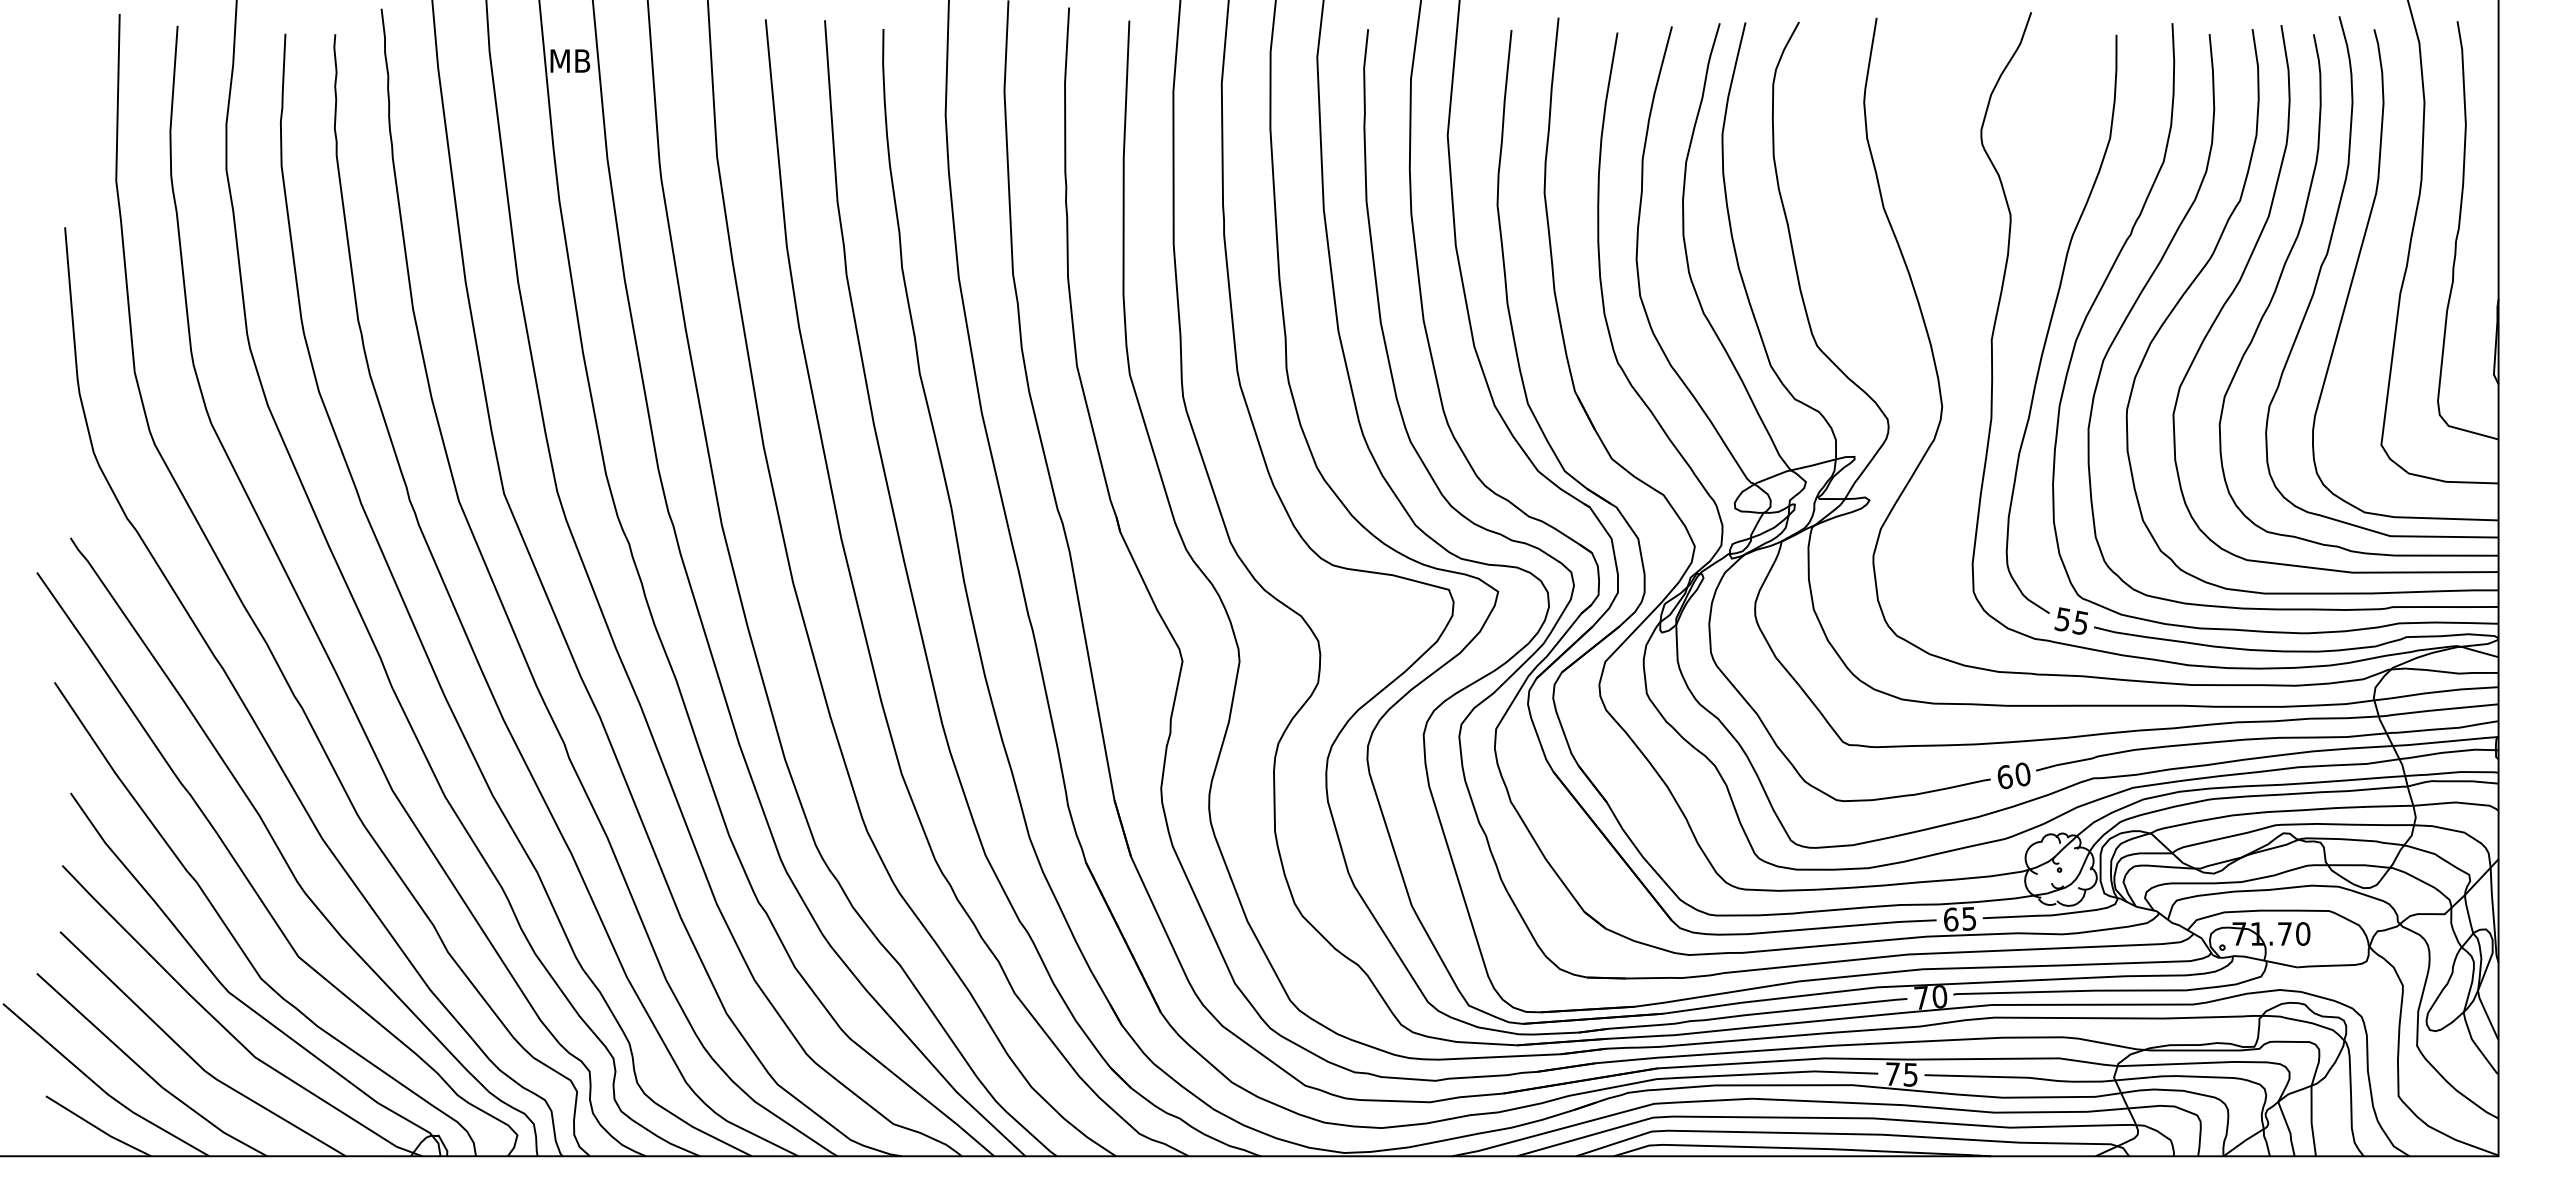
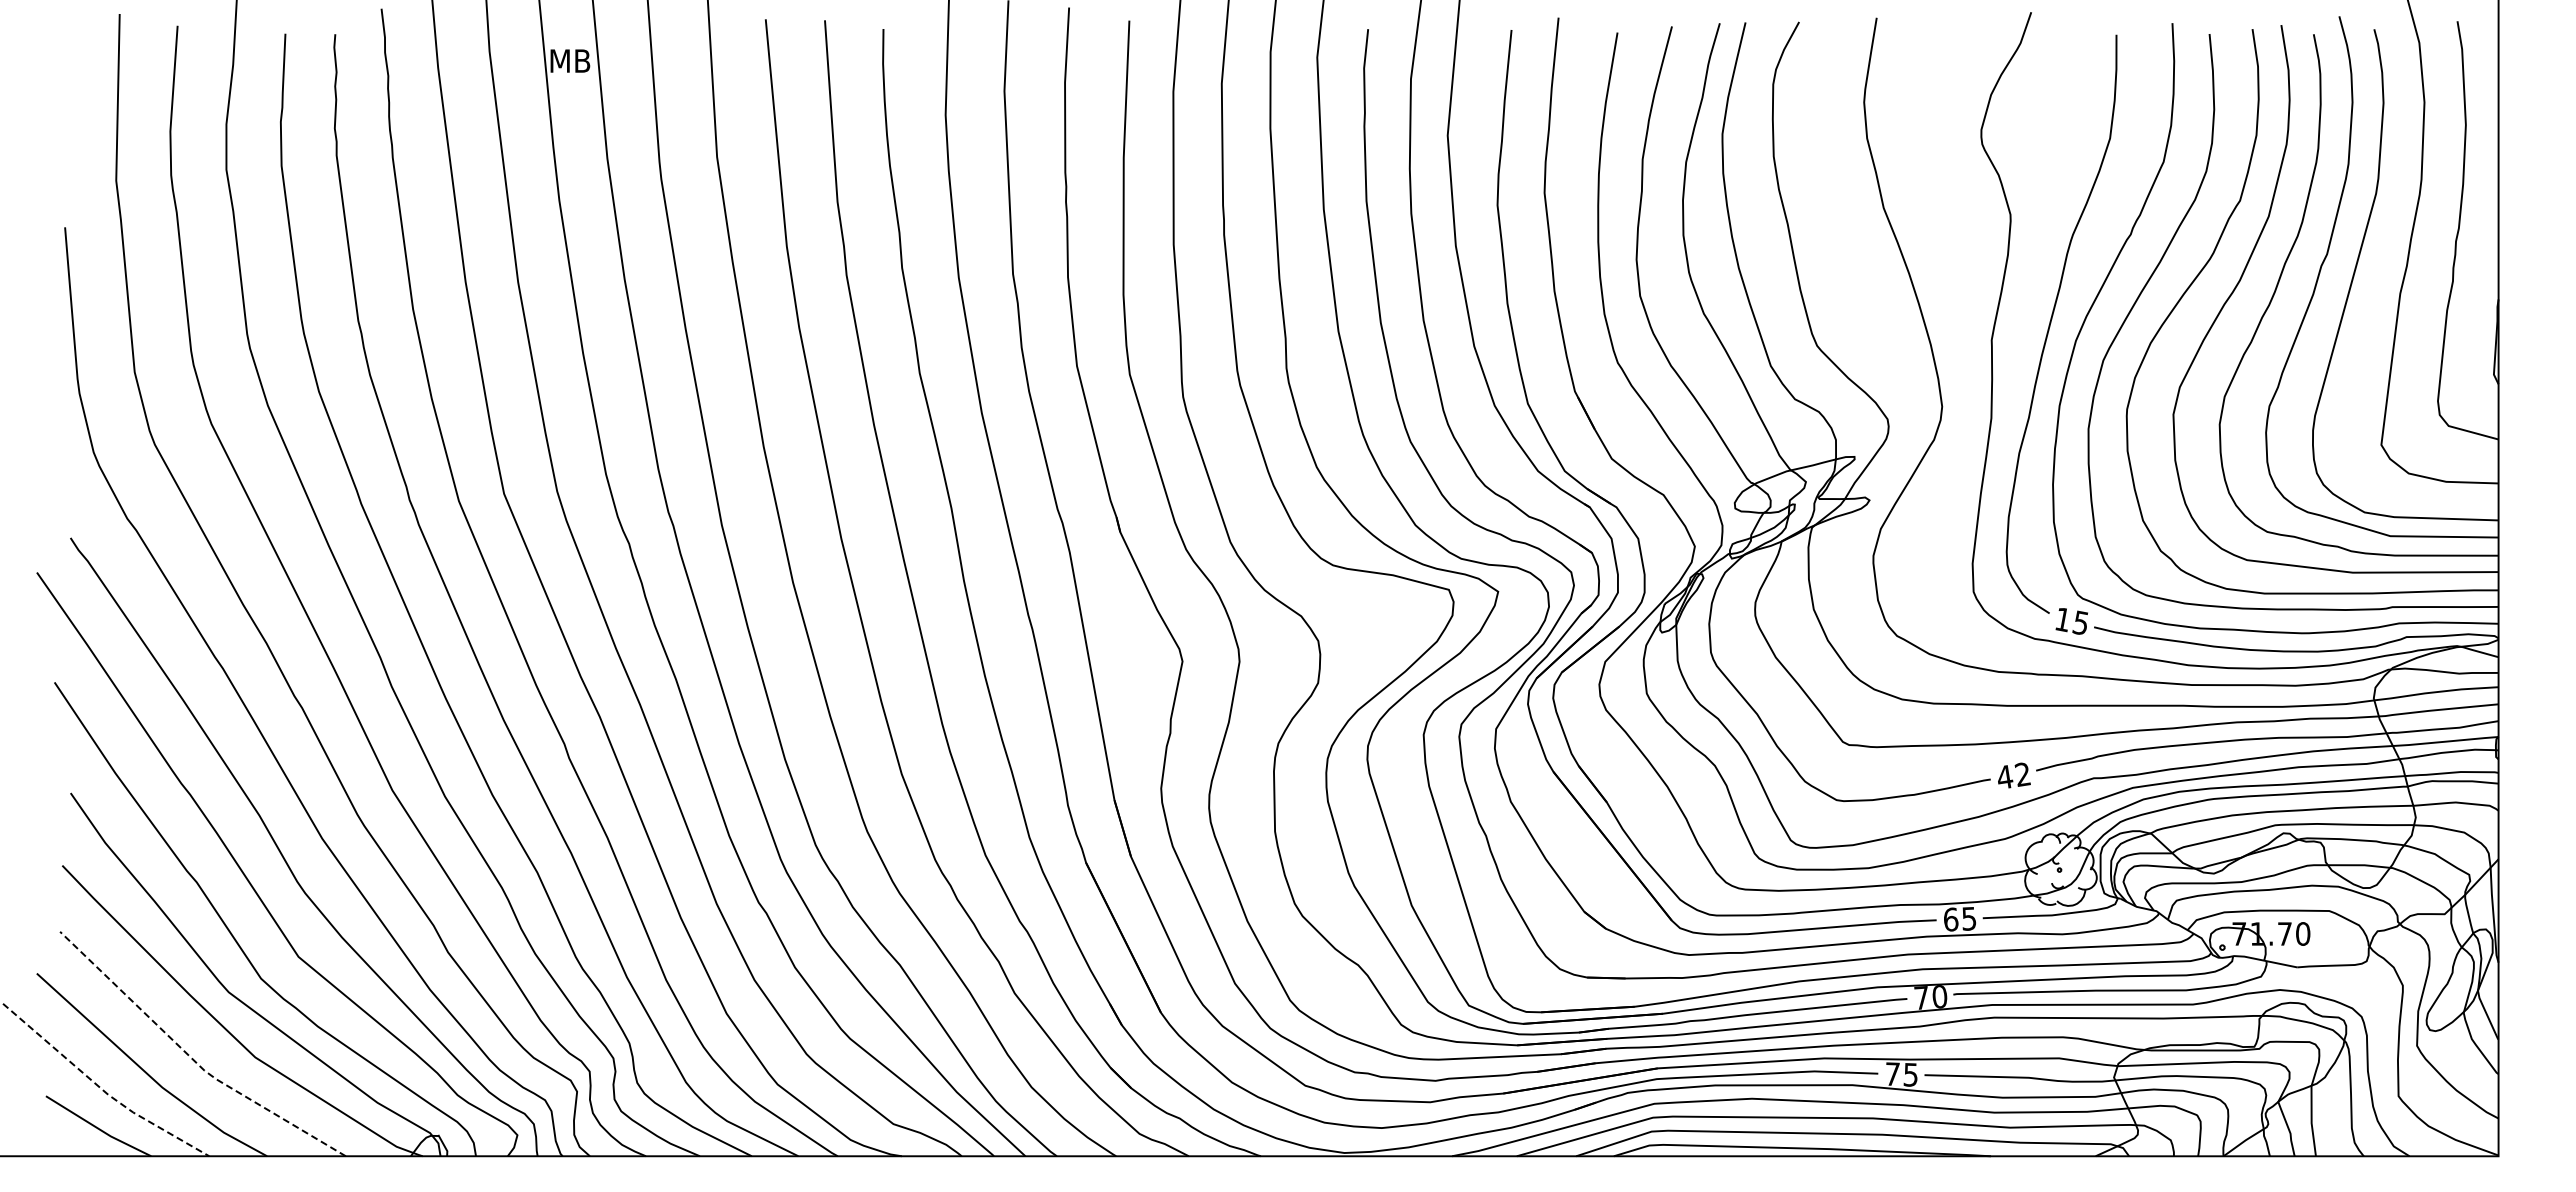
text at (2062, 619): 55 -> 15
text at (2013, 775): 60 -> 42
line at (192, 1058): solid -> dashed
line at (101, 1088): solid -> dashed
